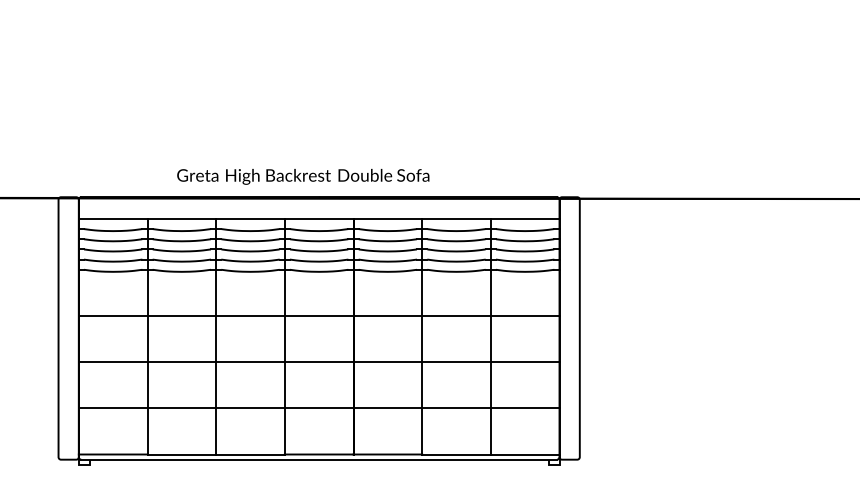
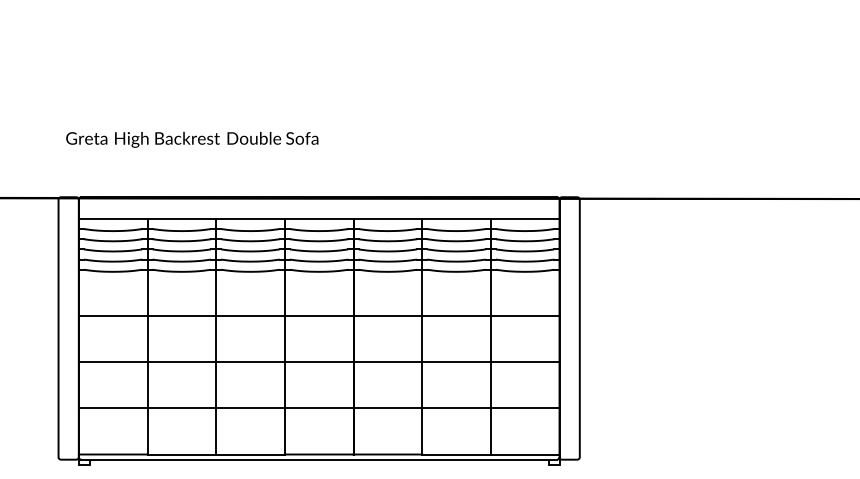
text at (303, 176) position: (303, 176) -> (192, 139)
